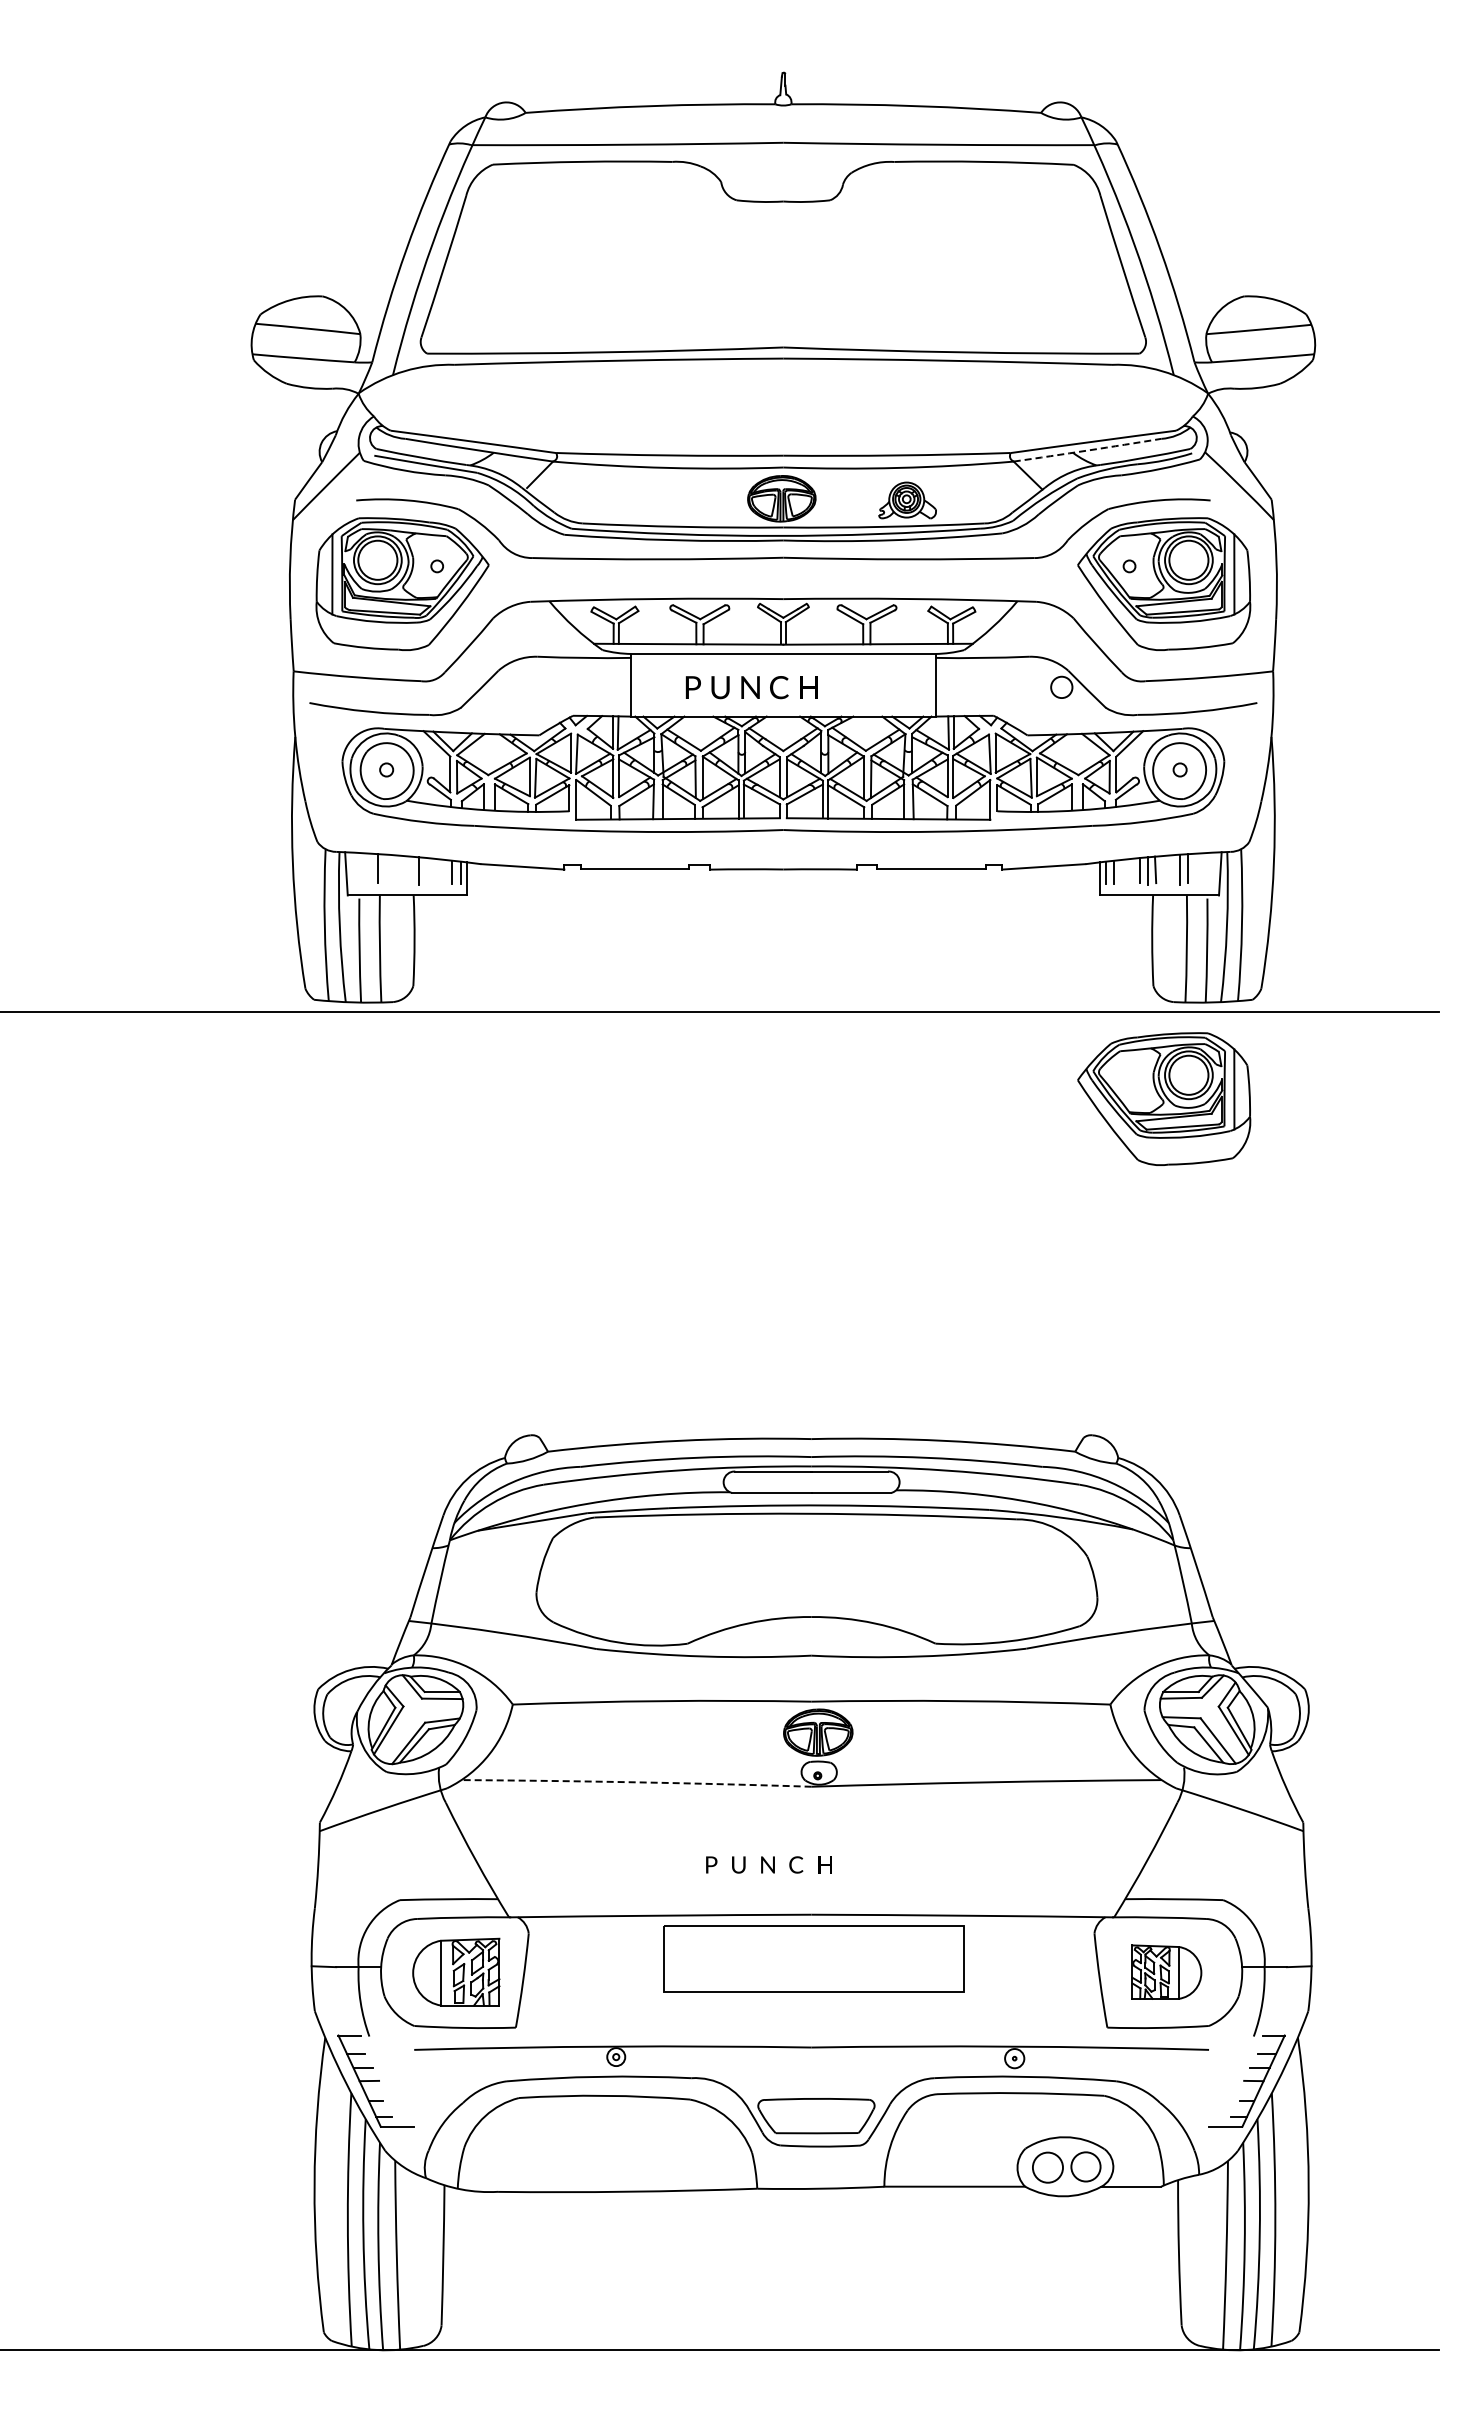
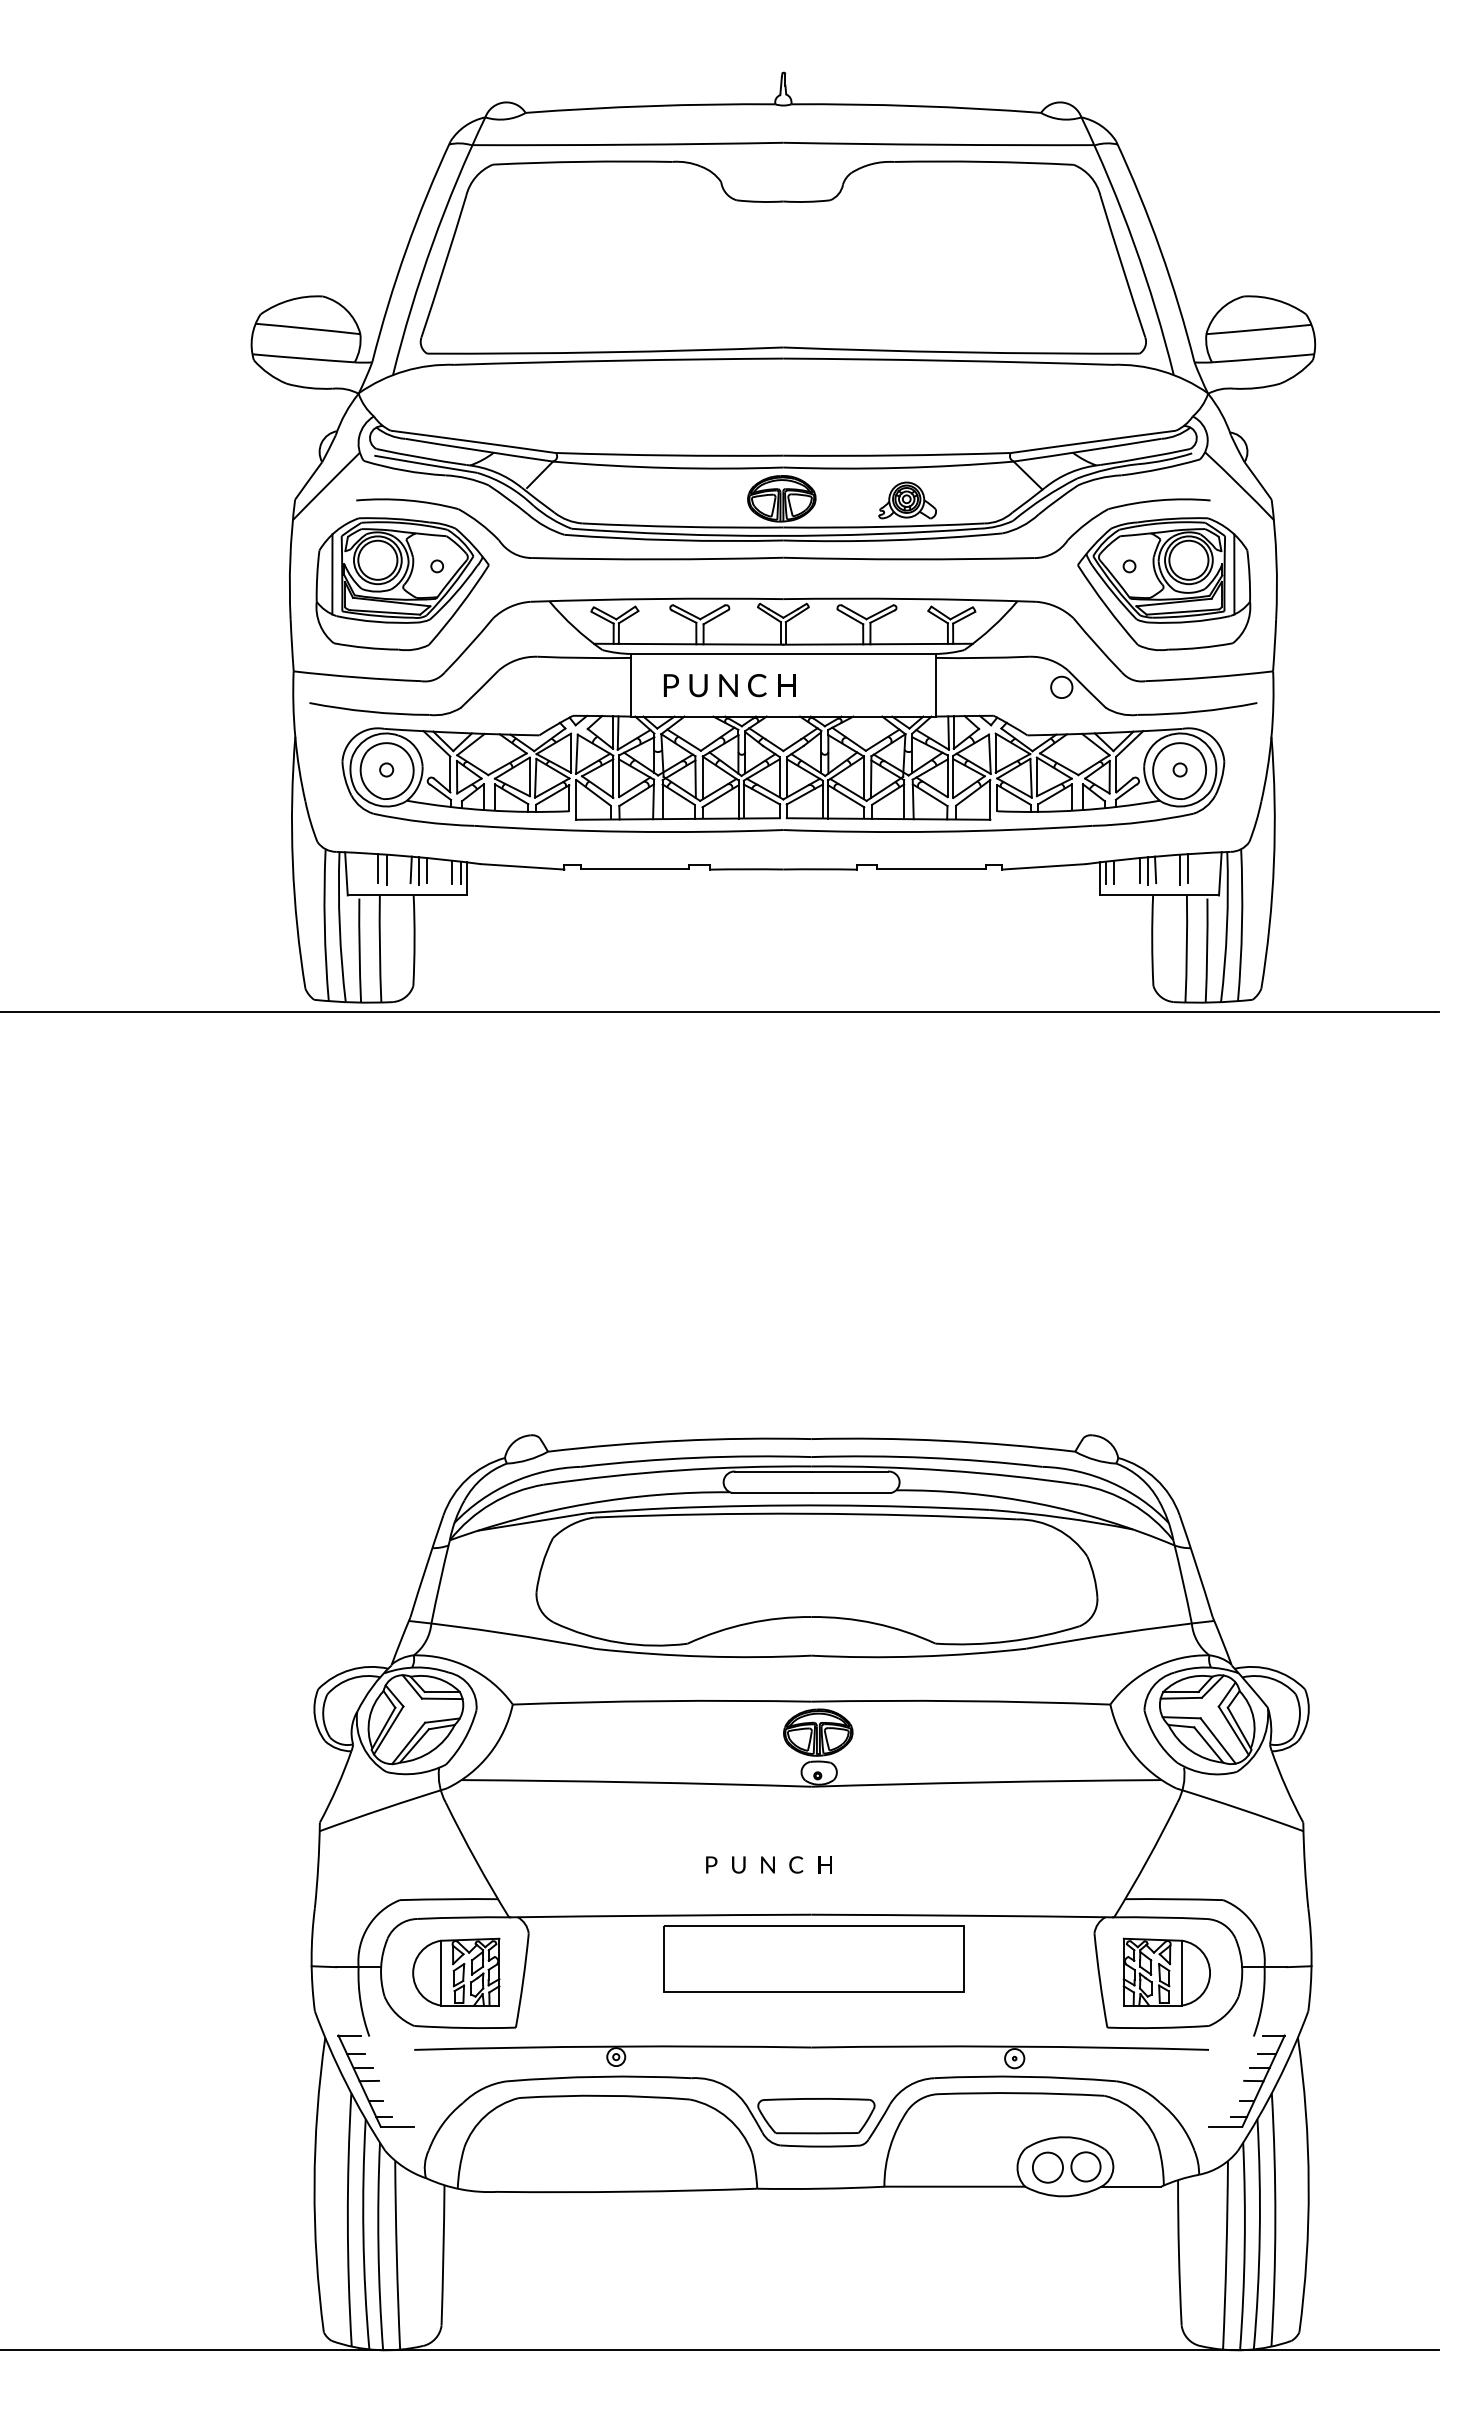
arc at (1087, 450): dashed -> solid
text at (751, 687) position: (751, 687) -> (729, 685)
line at (387, 869): none -> present
line at (410, 869): none -> present
line at (427, 870): none -> present
part at (1164, 1098): present -> none
arc at (636, 1782): dashed -> solid
part at (1166, 1971) size: 72x56 px -> 89x70 px
